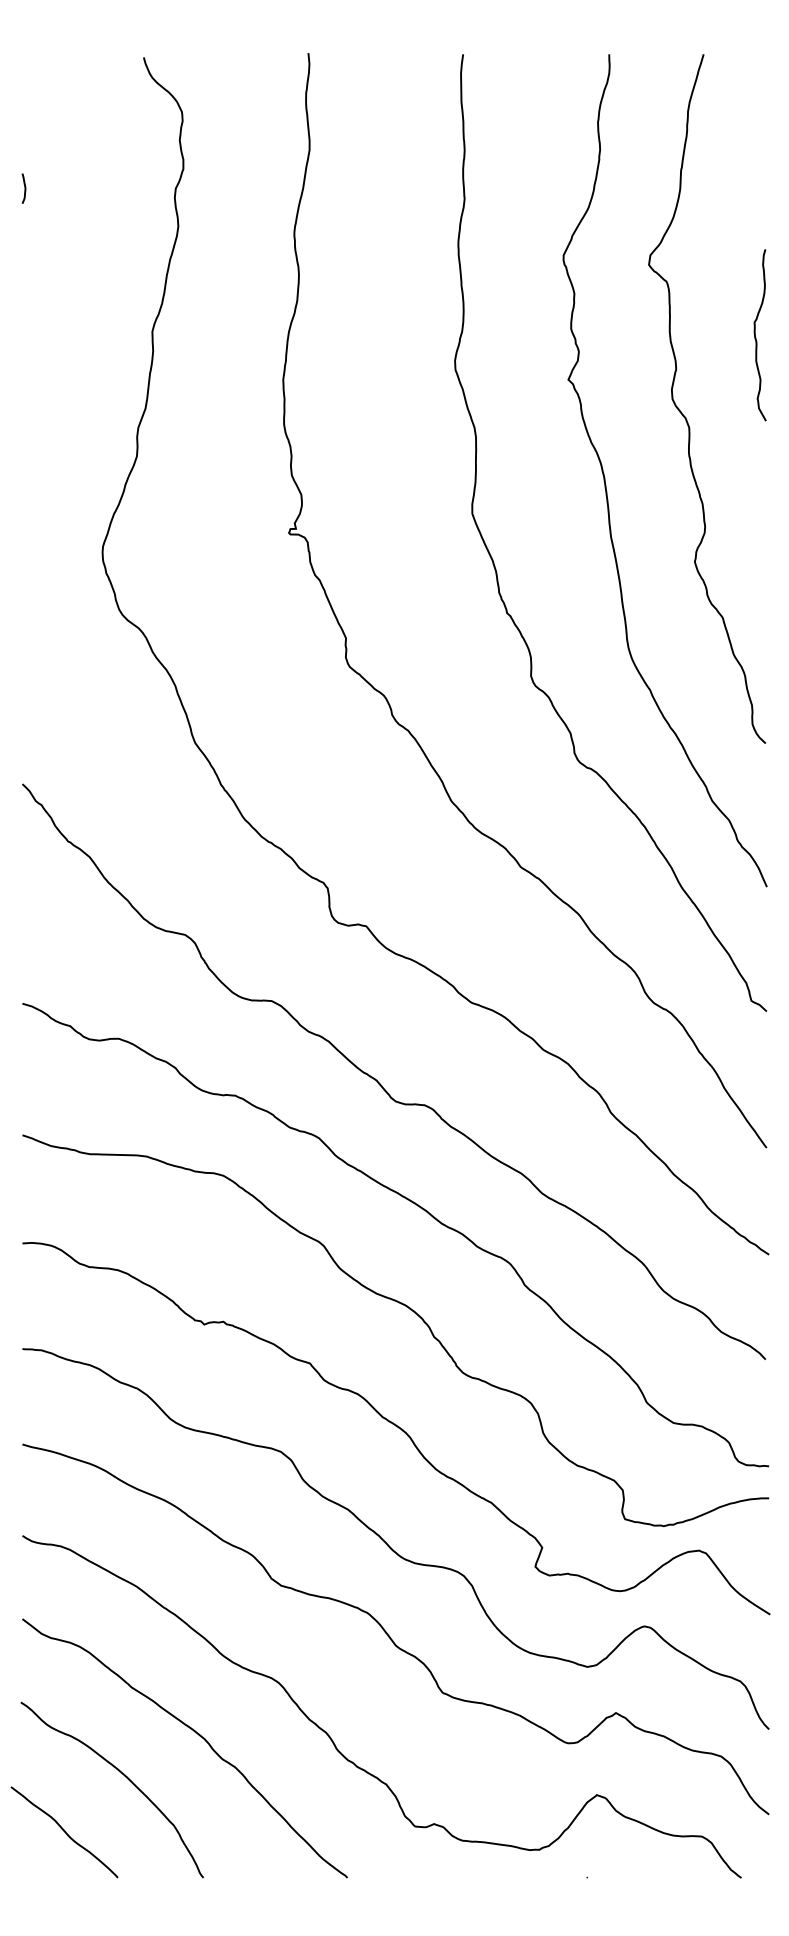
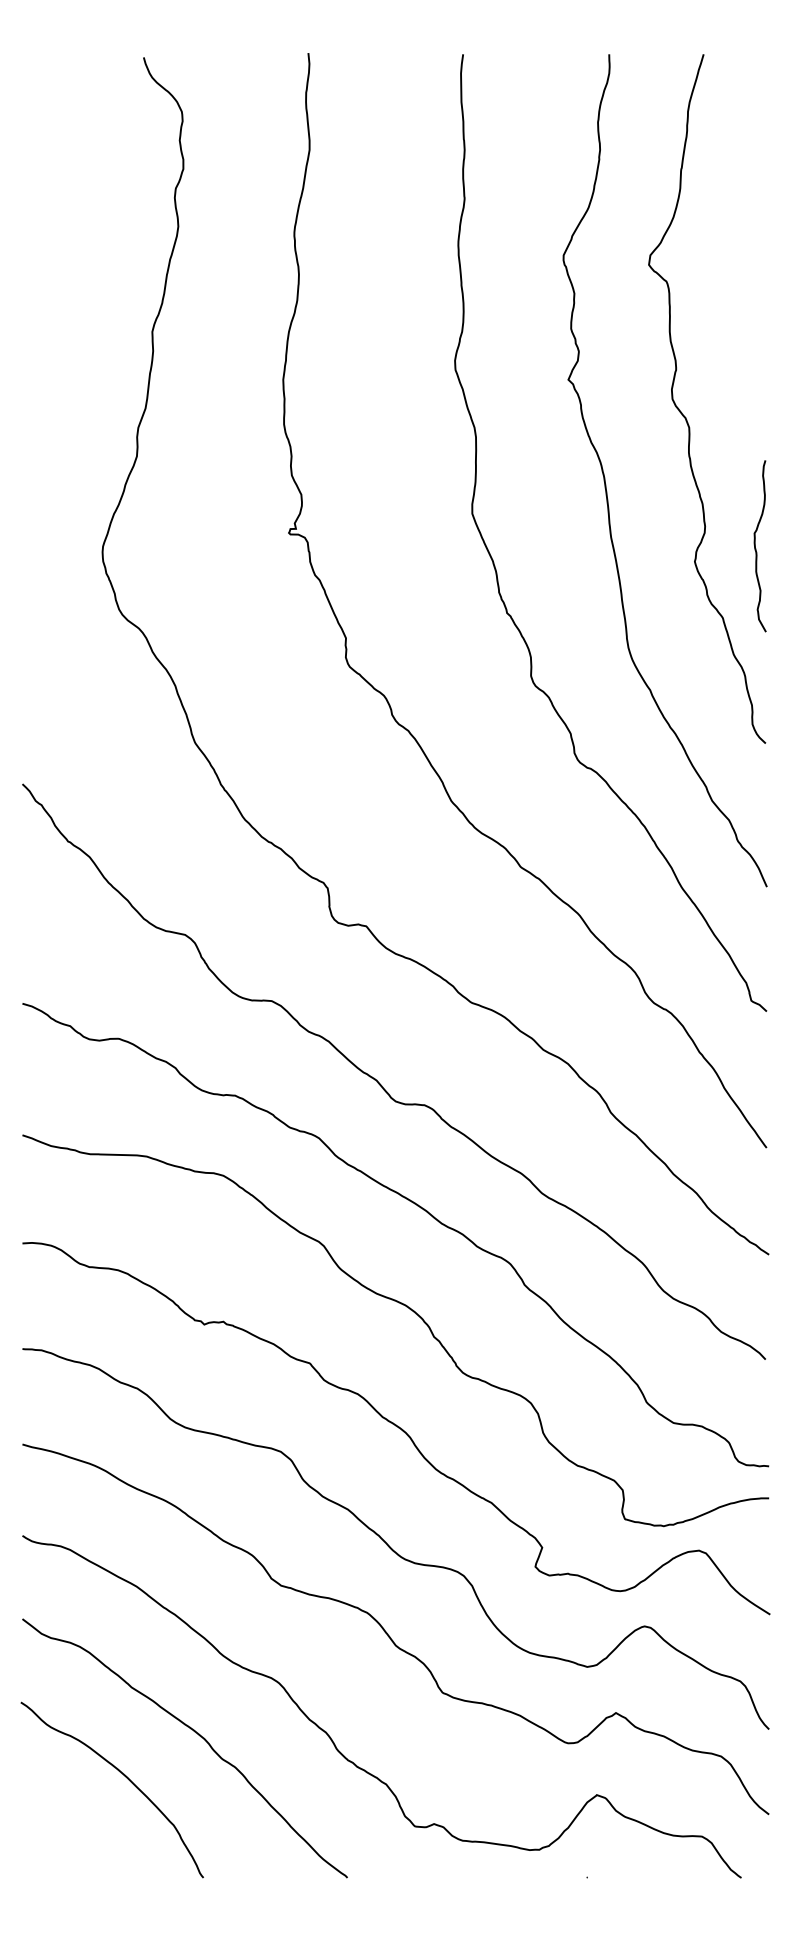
curve at (24, 188): present -> none
curve at (756, 337) position: (756, 337) -> (756, 548)
curve at (64, 1832): present -> none
